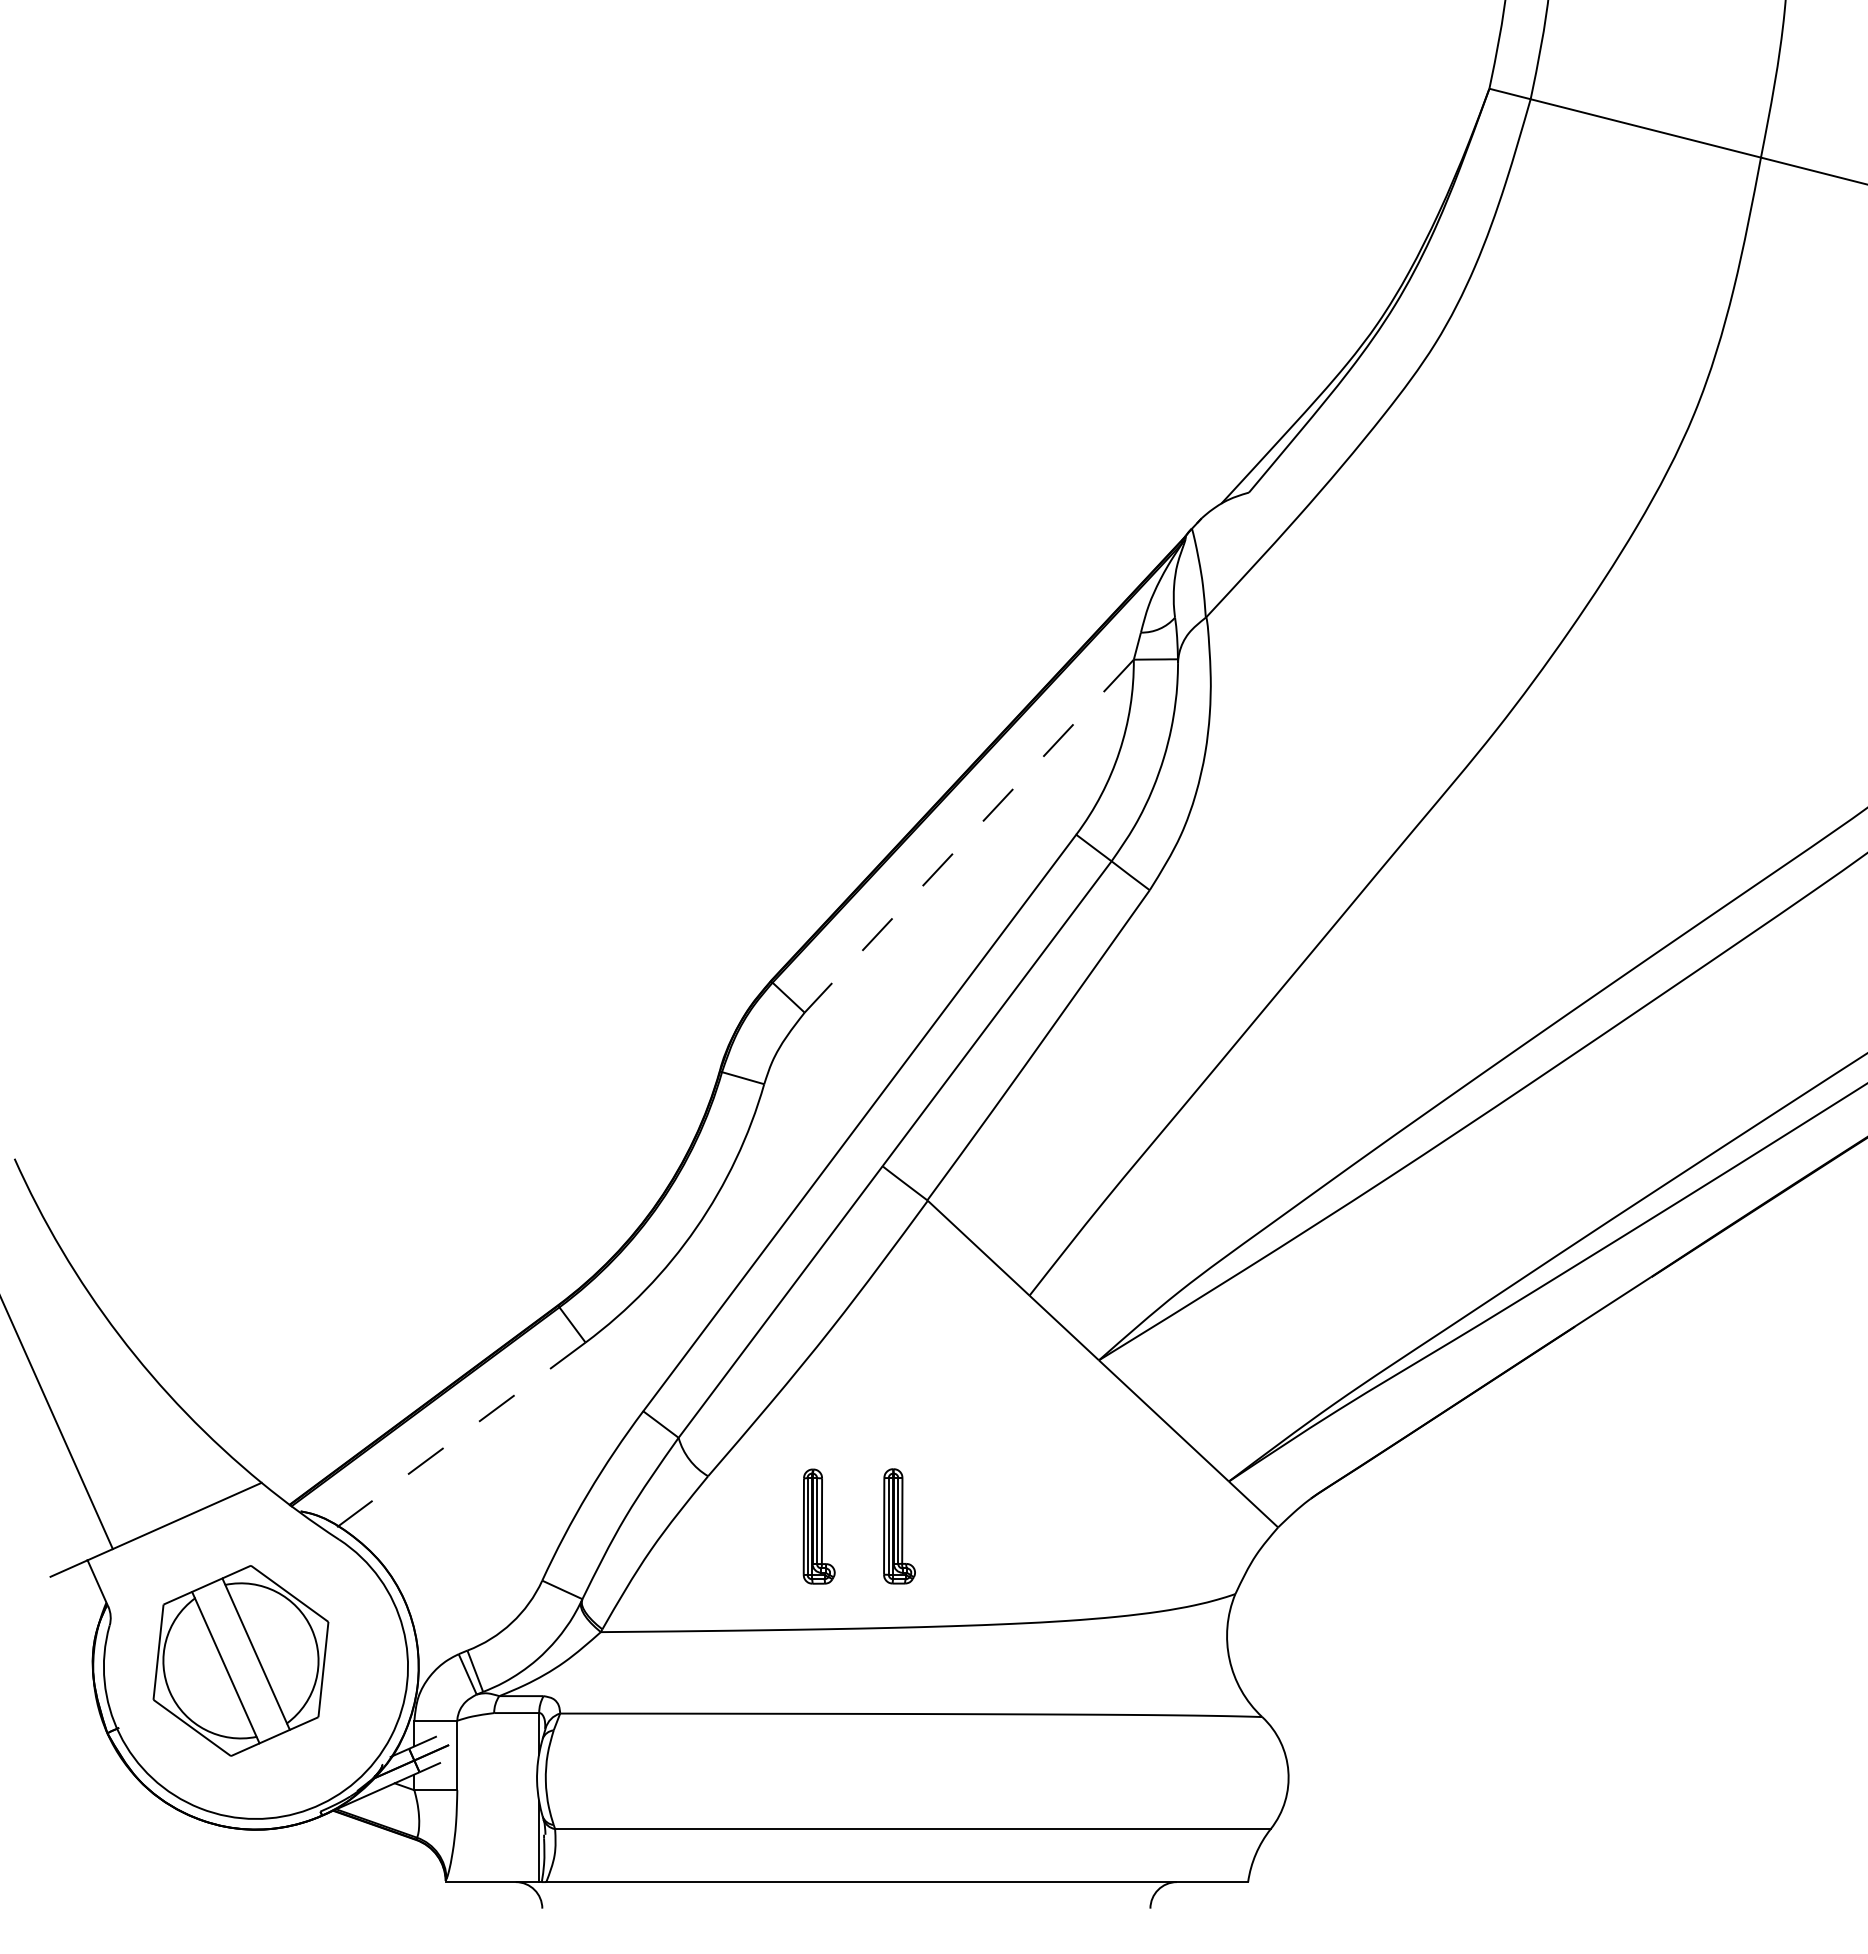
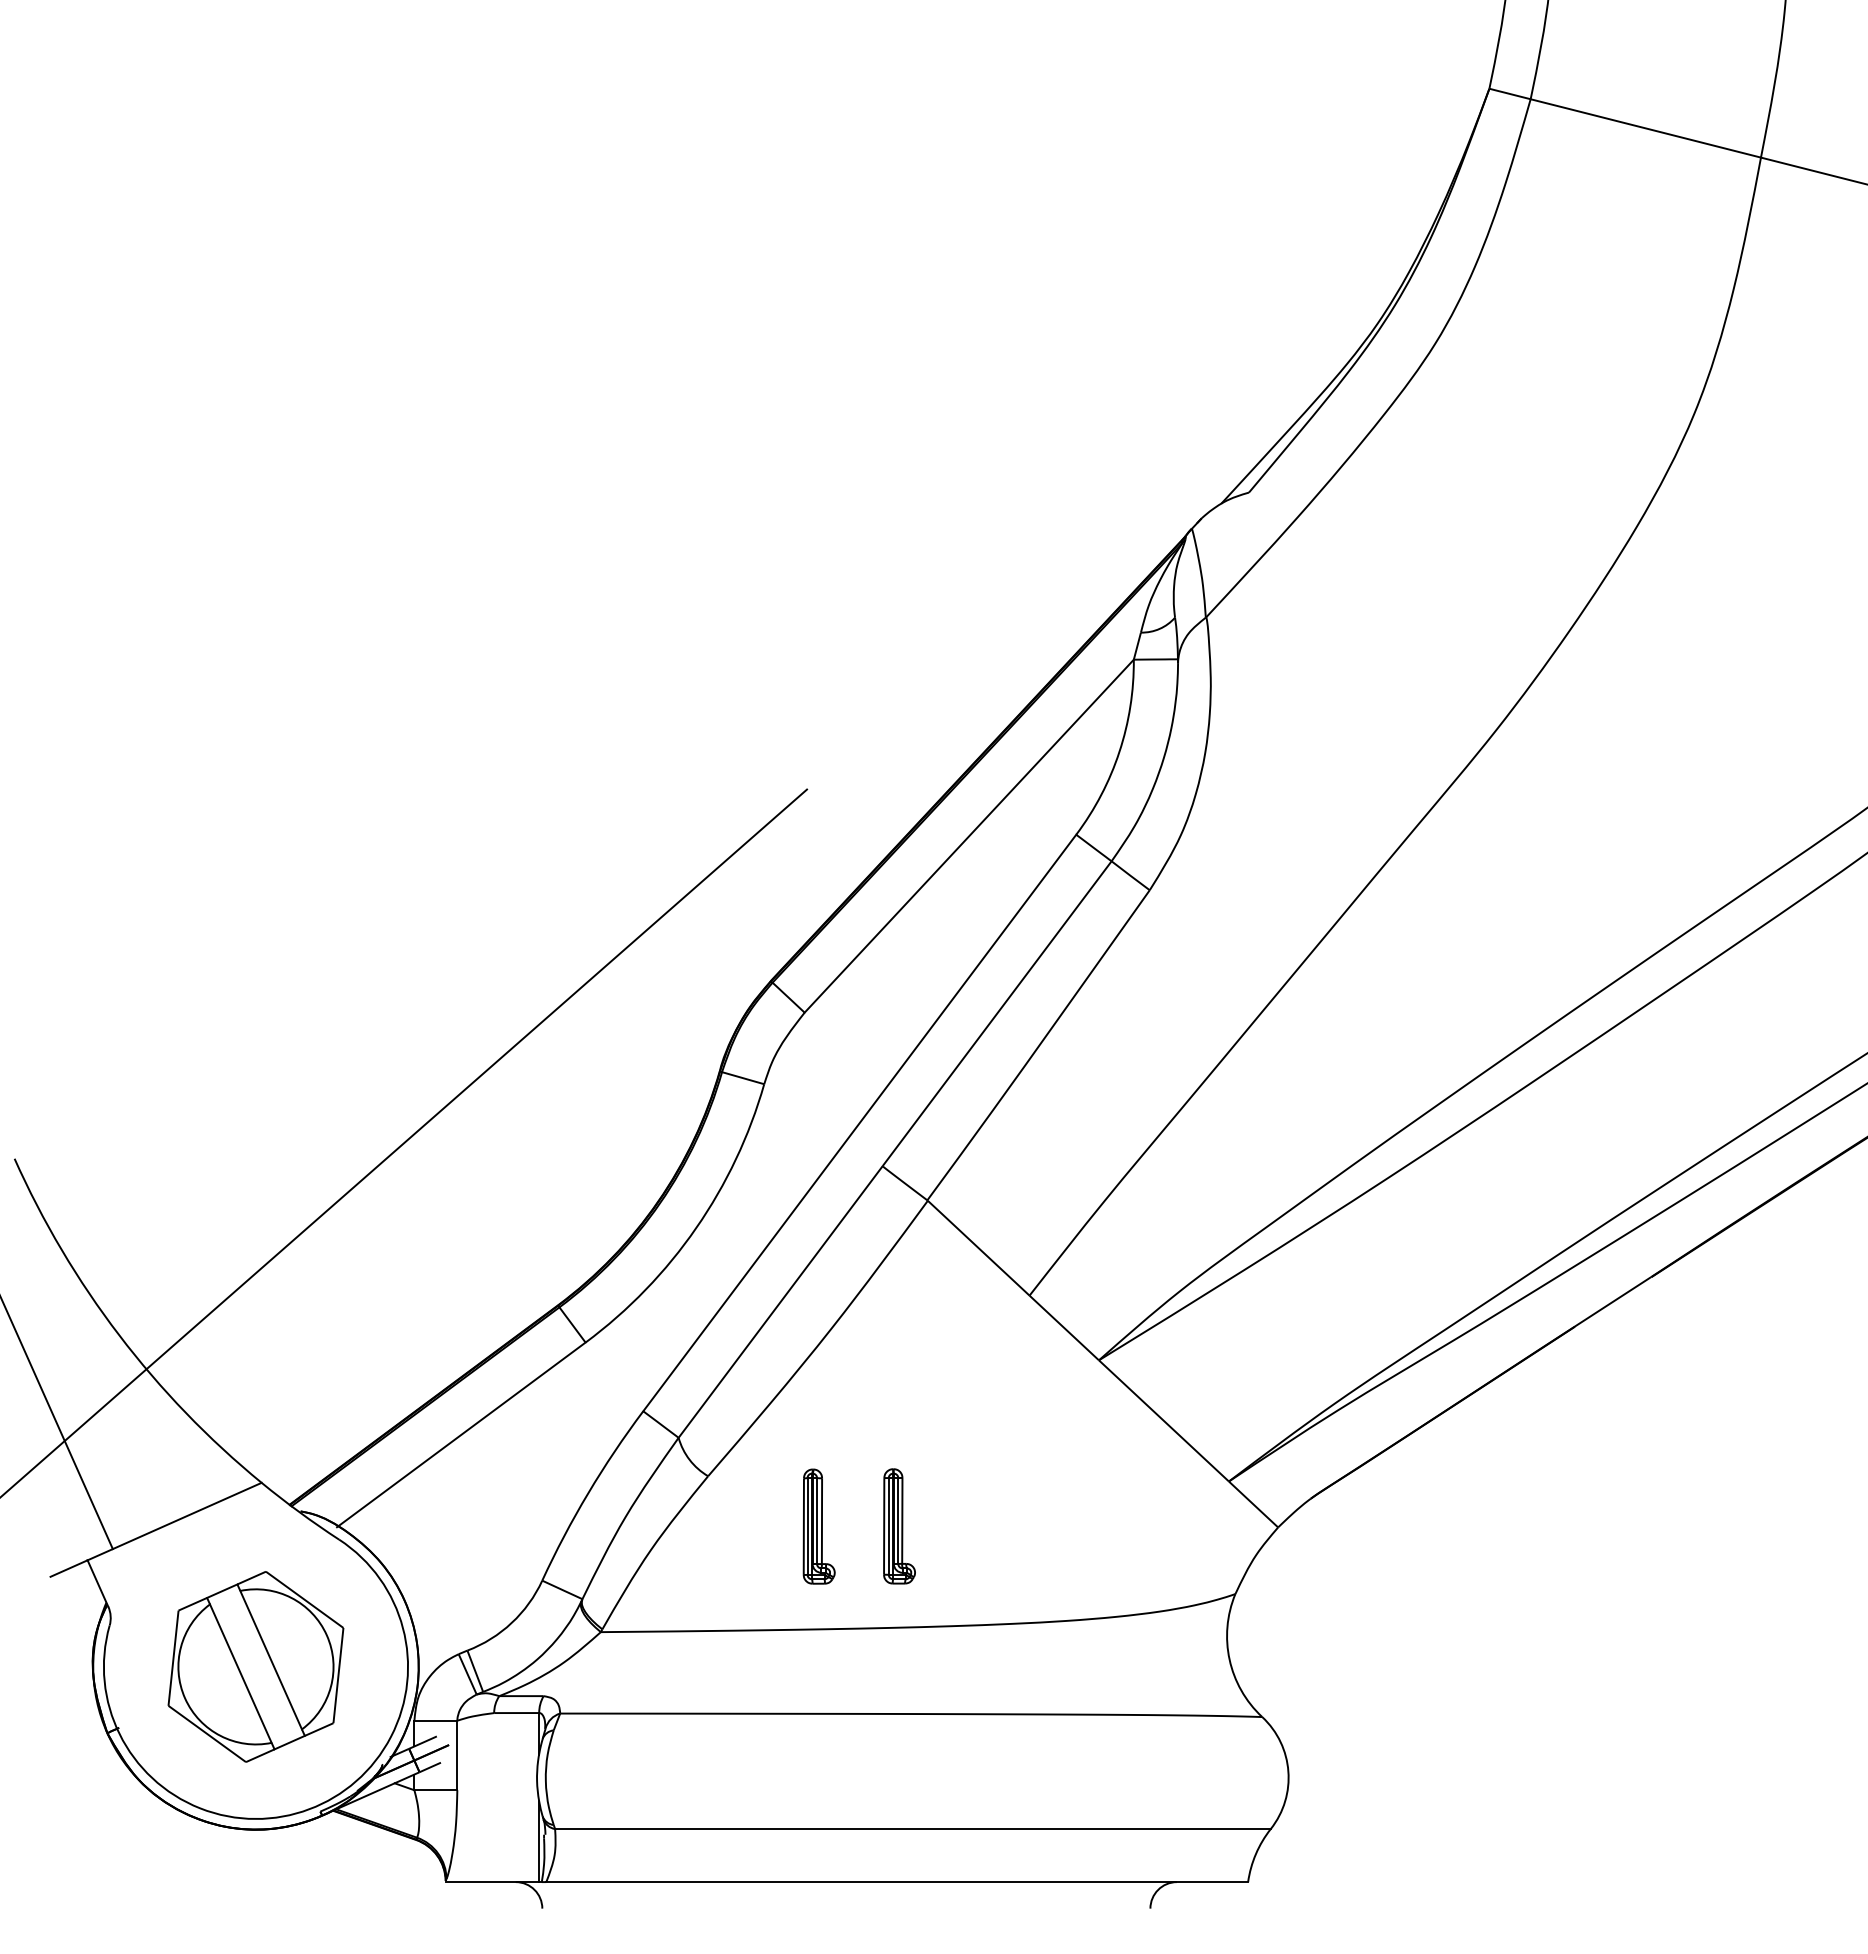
line at (968, 836): dashed -> solid
line at (404, 1142): none -> present
line at (461, 1434): dashed -> solid
part at (240, 1660) position: (240, 1660) -> (255, 1666)
